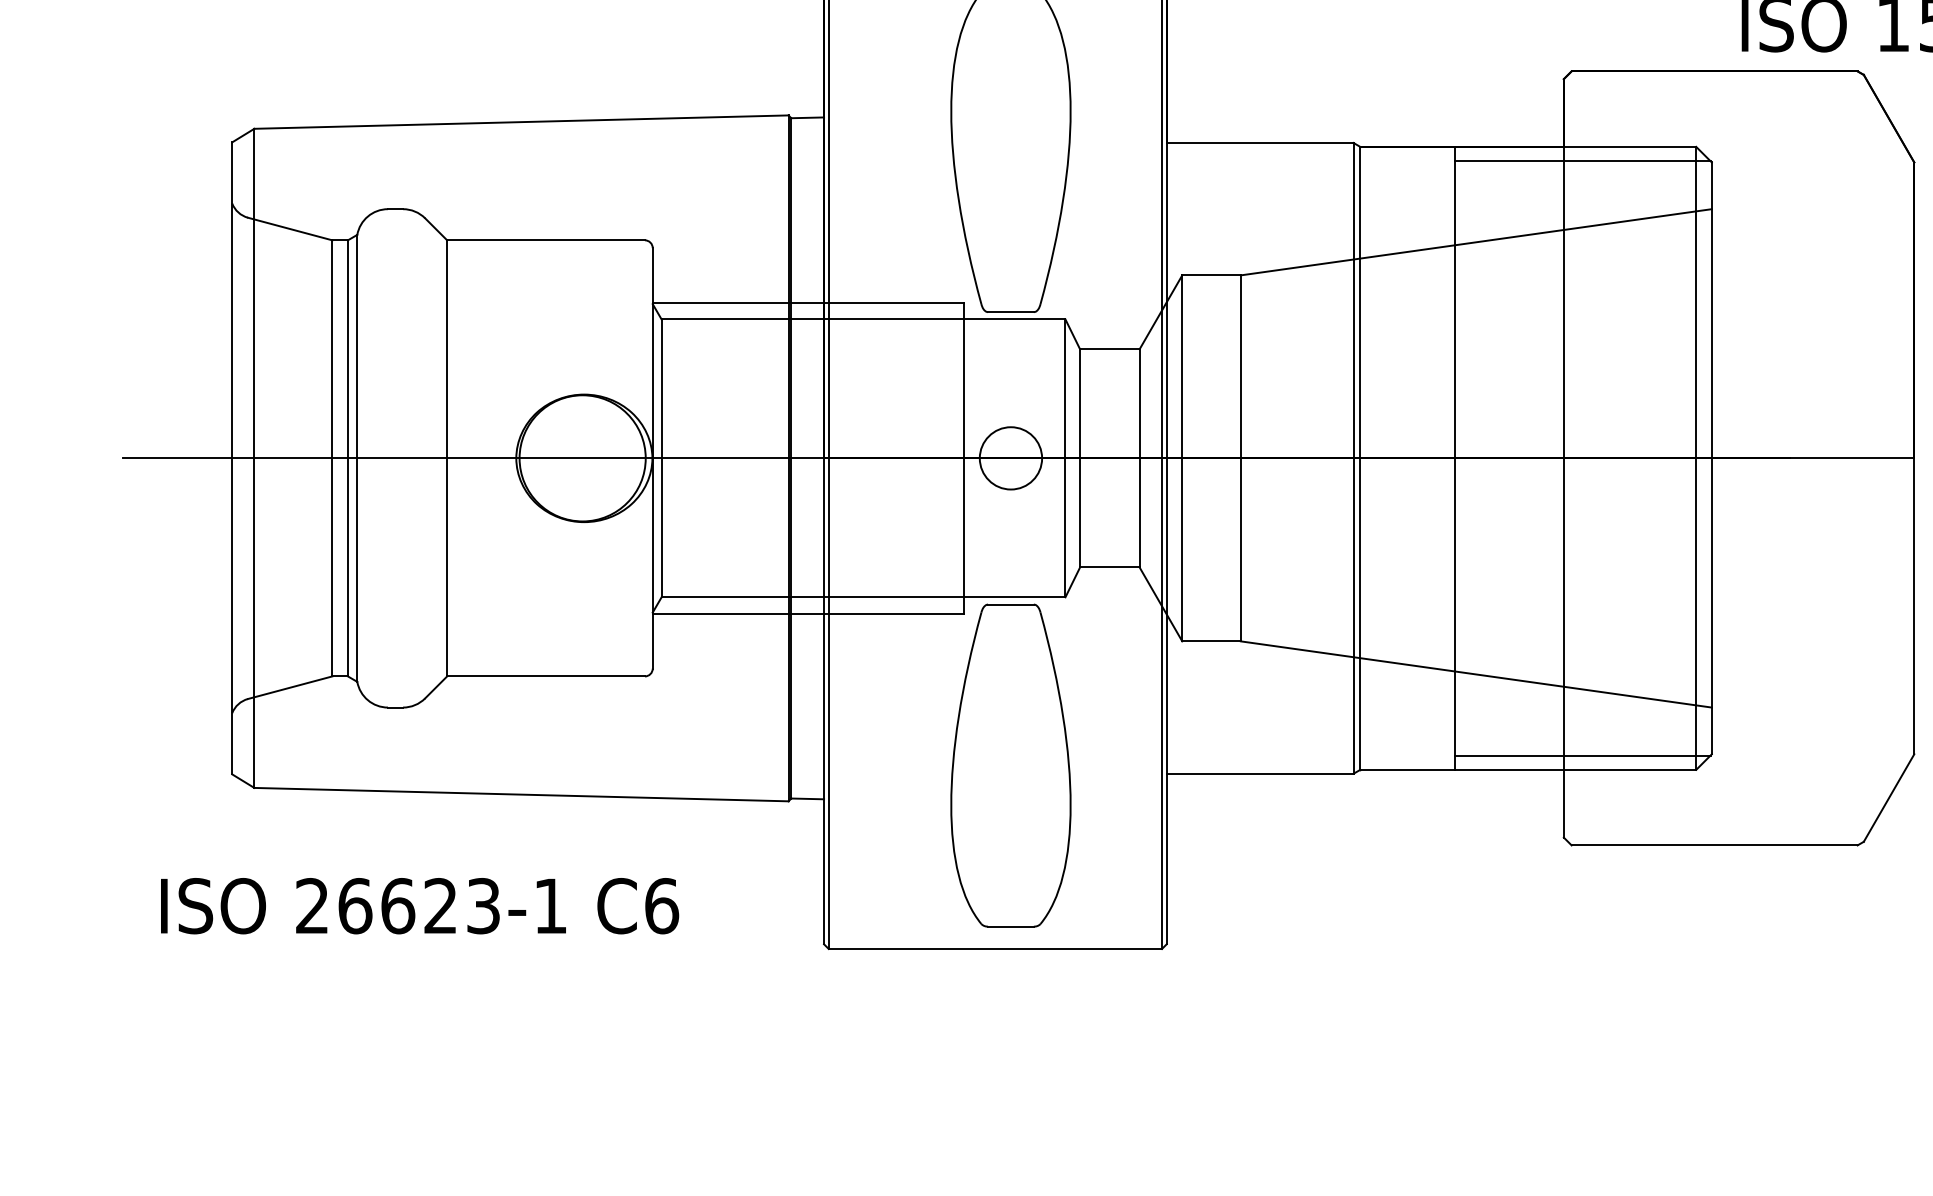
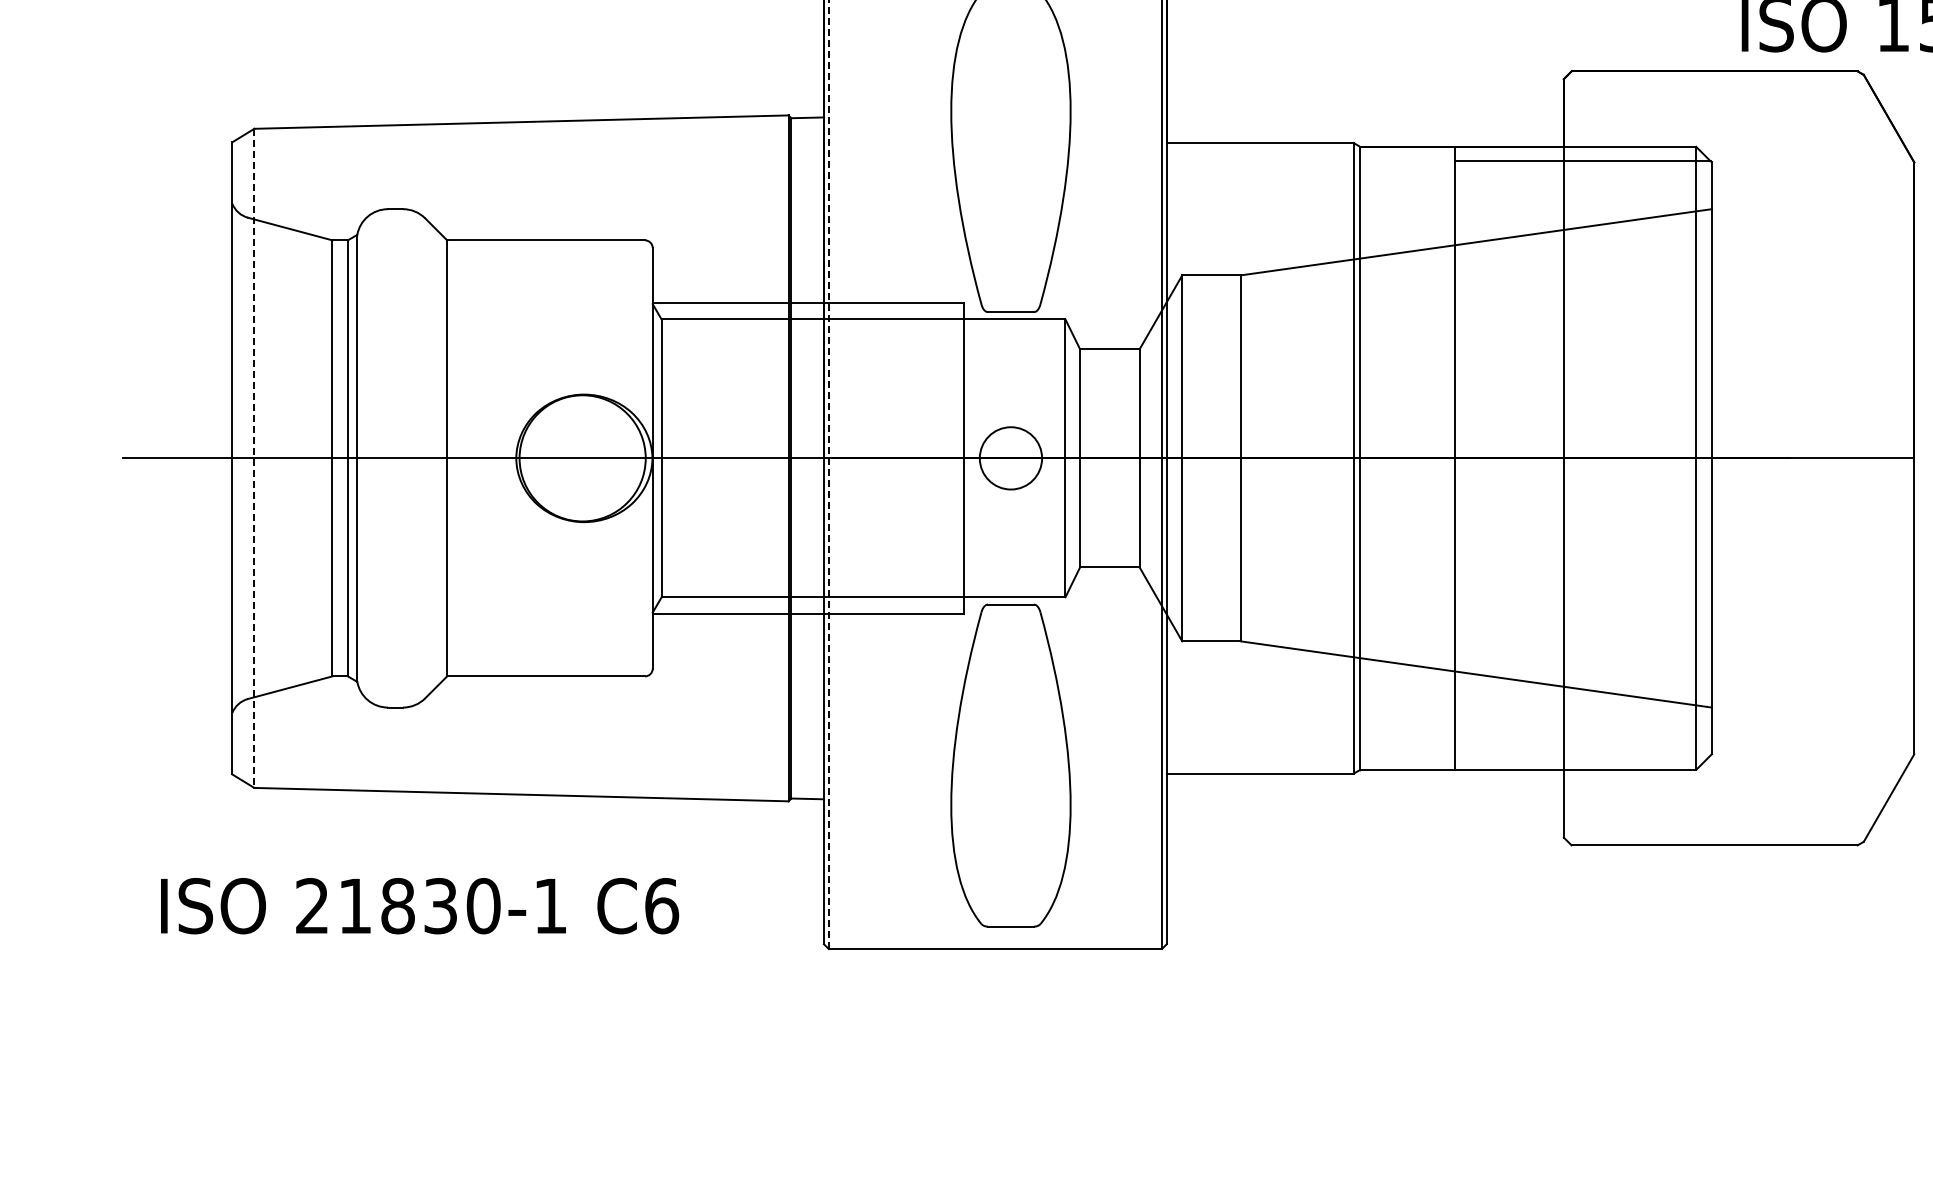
line at (254, 458): solid -> dashed
line at (828, 474): solid -> dashed
line at (1582, 755): present -> none
text at (419, 906): 26623-1 -> 21830-1
